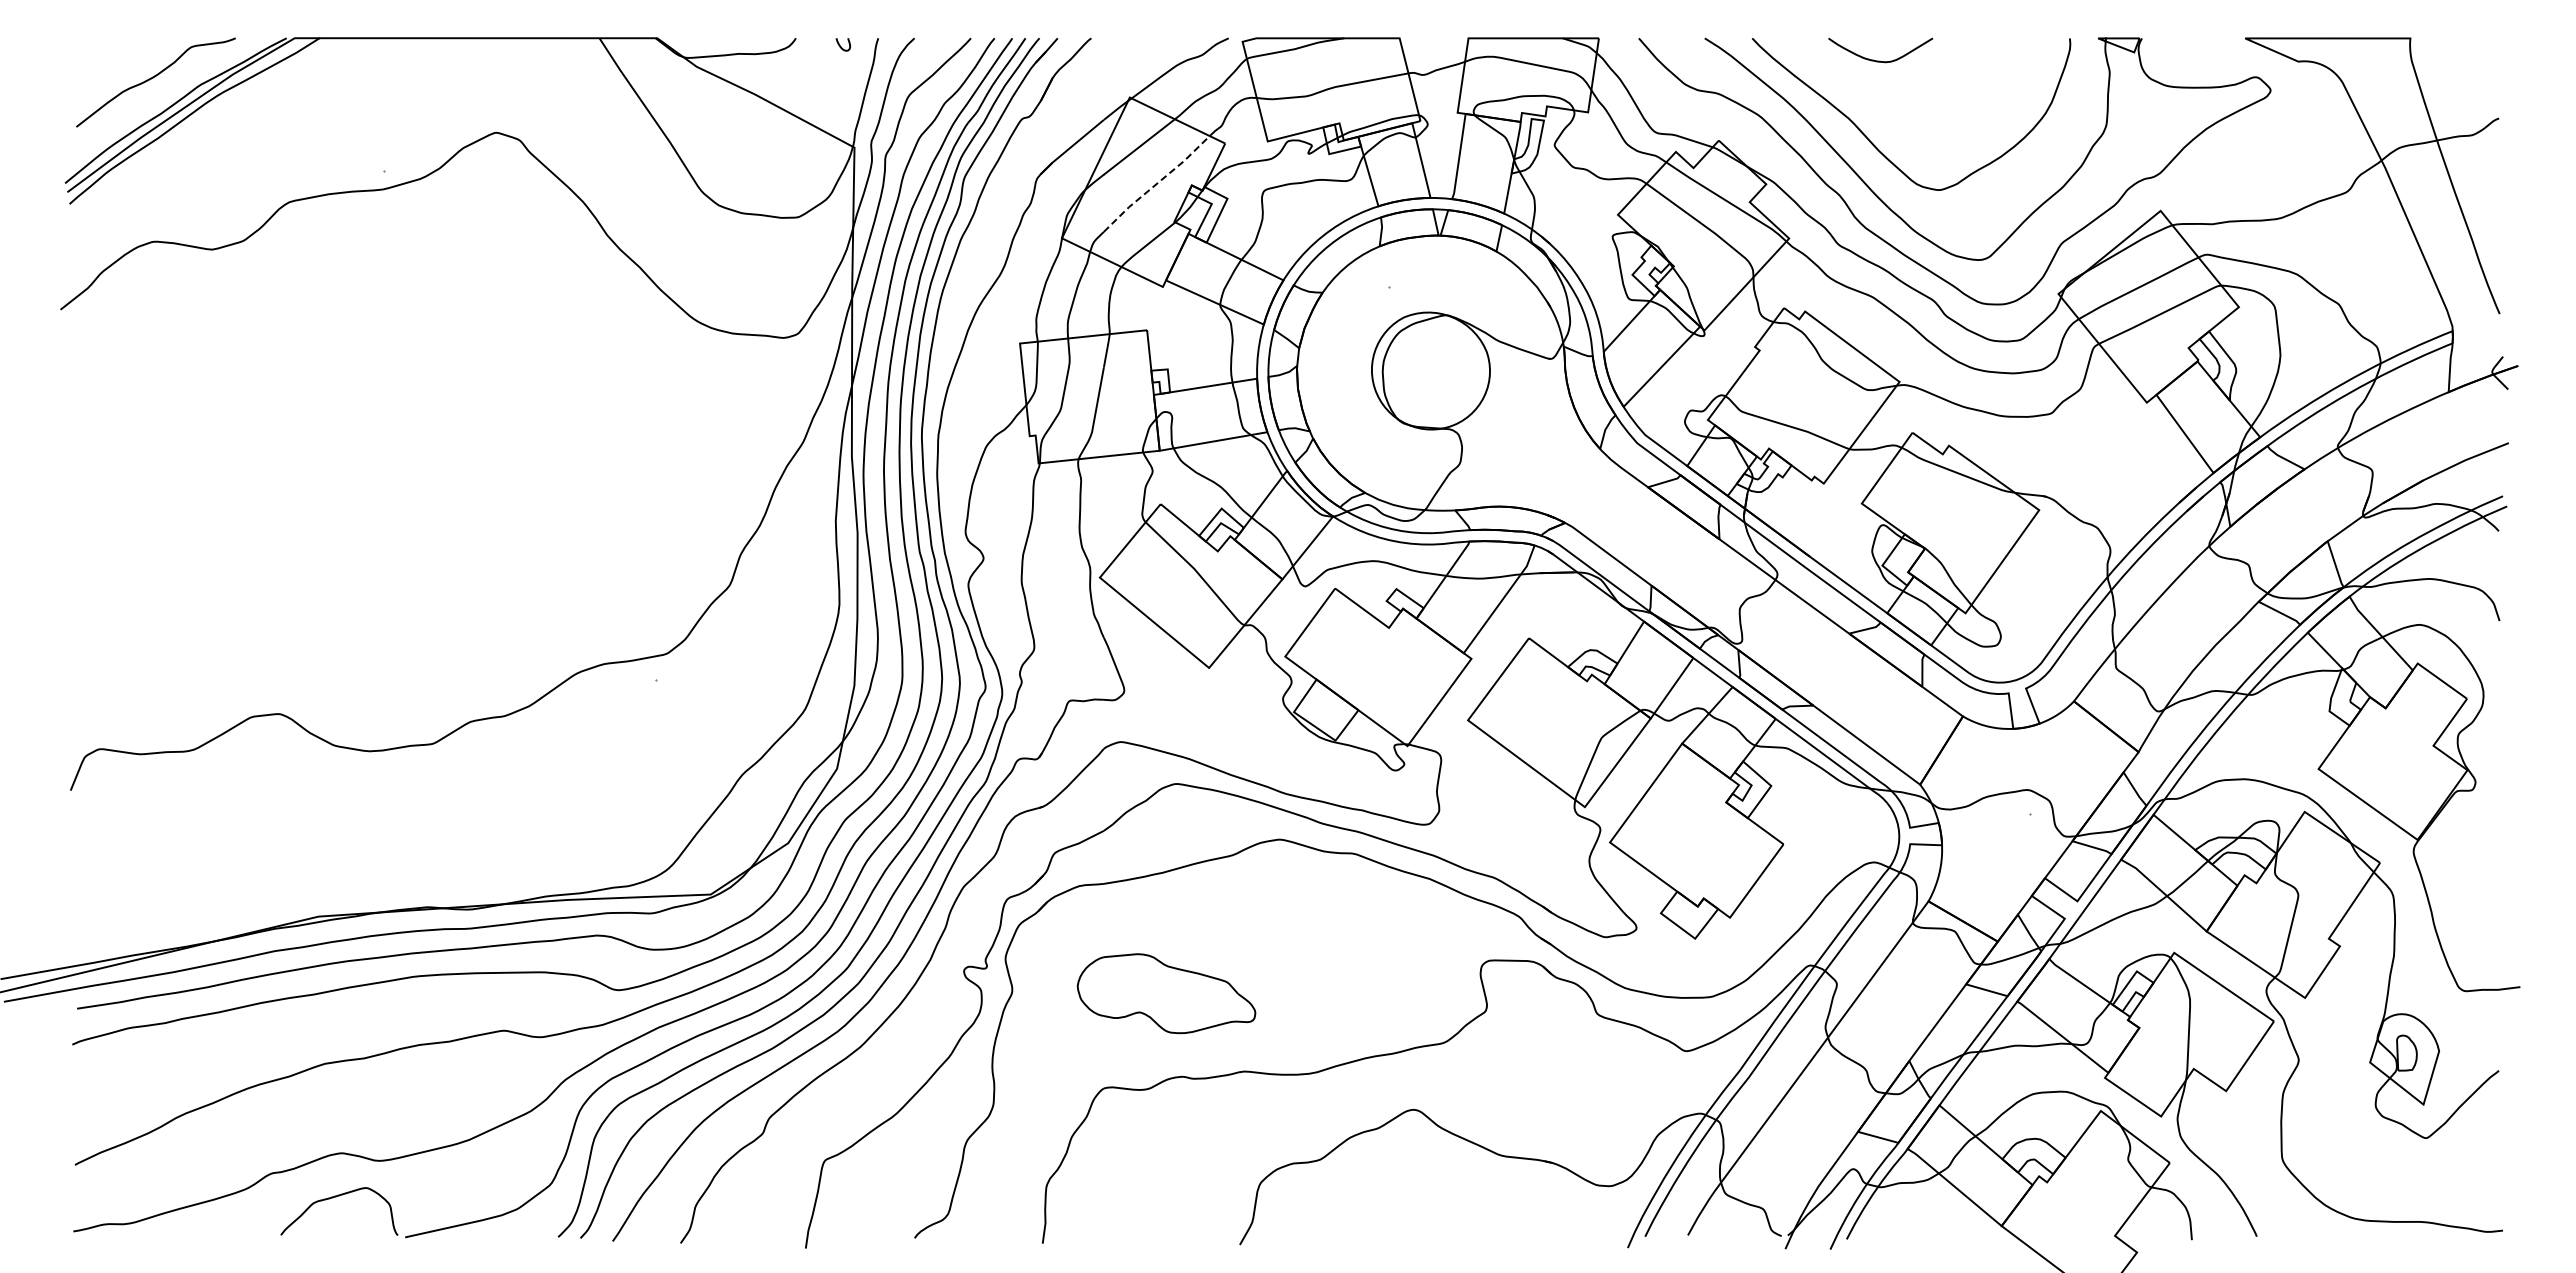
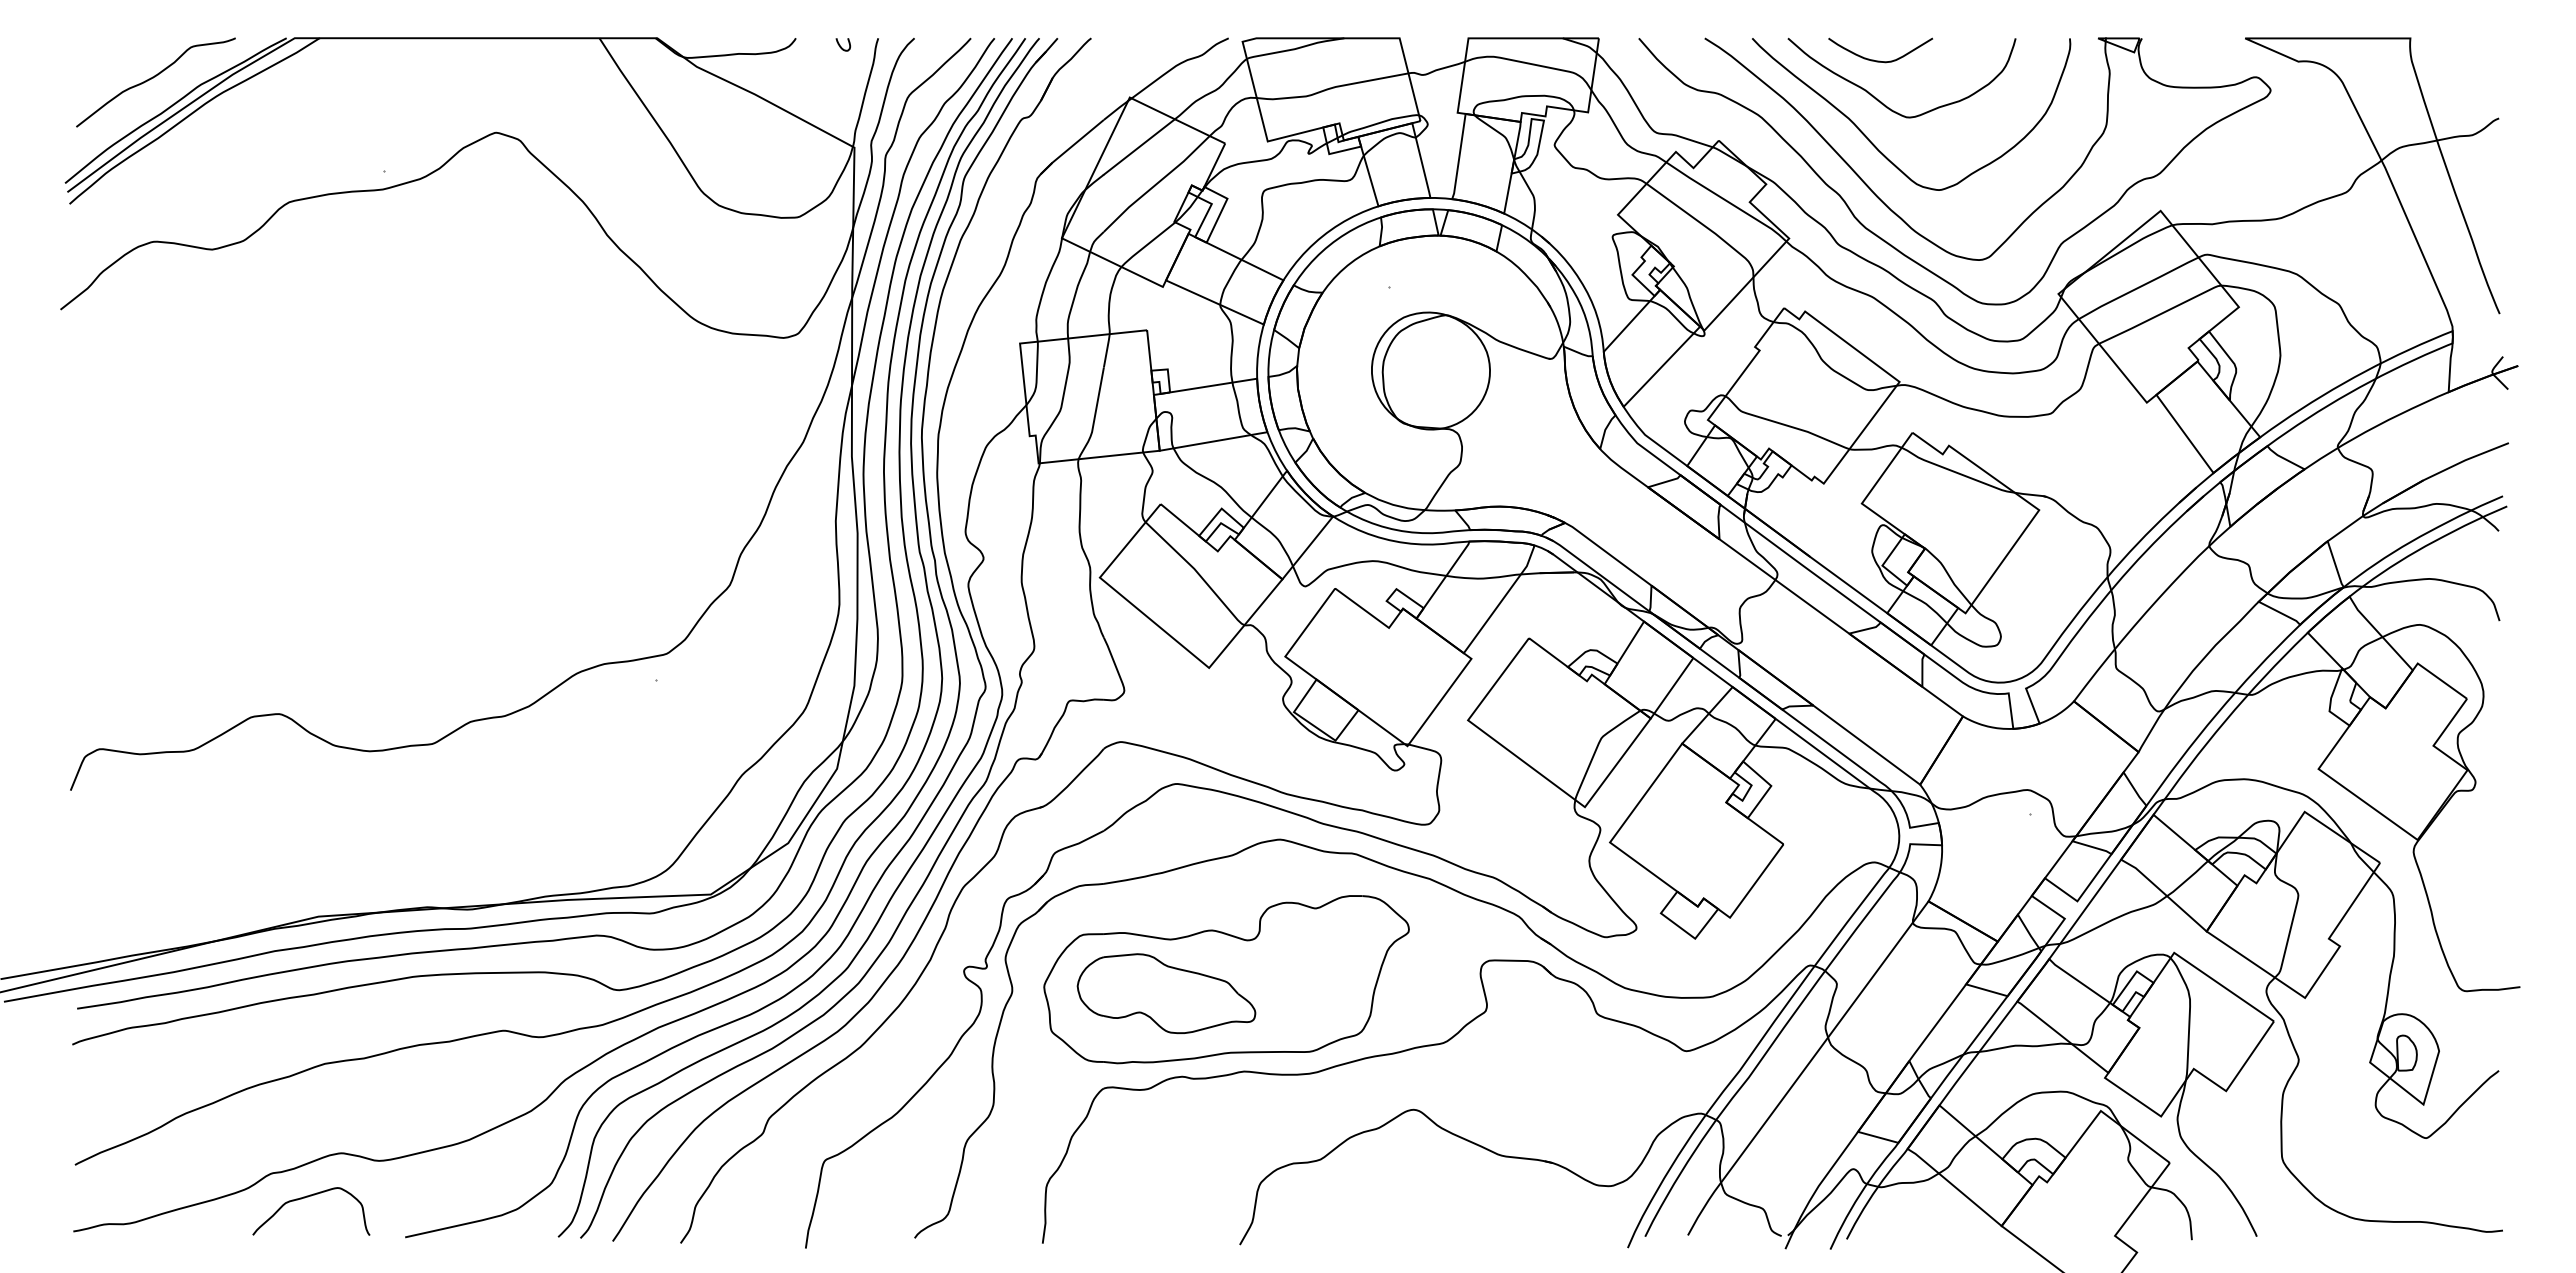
curve at (1880, 100): none -> present
line at (1157, 183): dashed -> solid
part at (1226, 979): none -> present
curve at (336, 1197) position: (336, 1197) -> (308, 1197)
